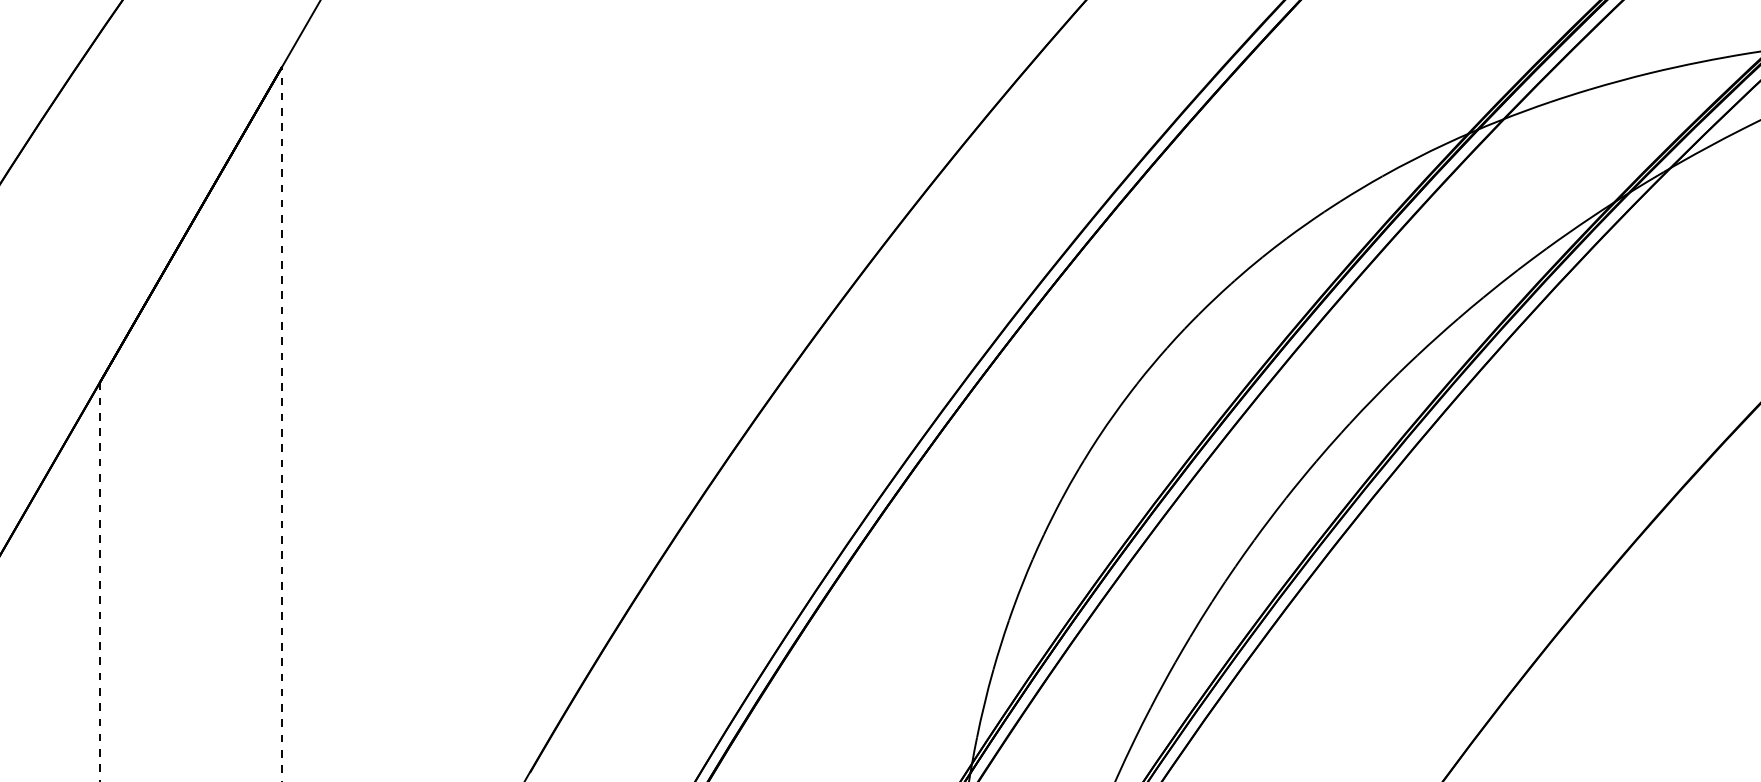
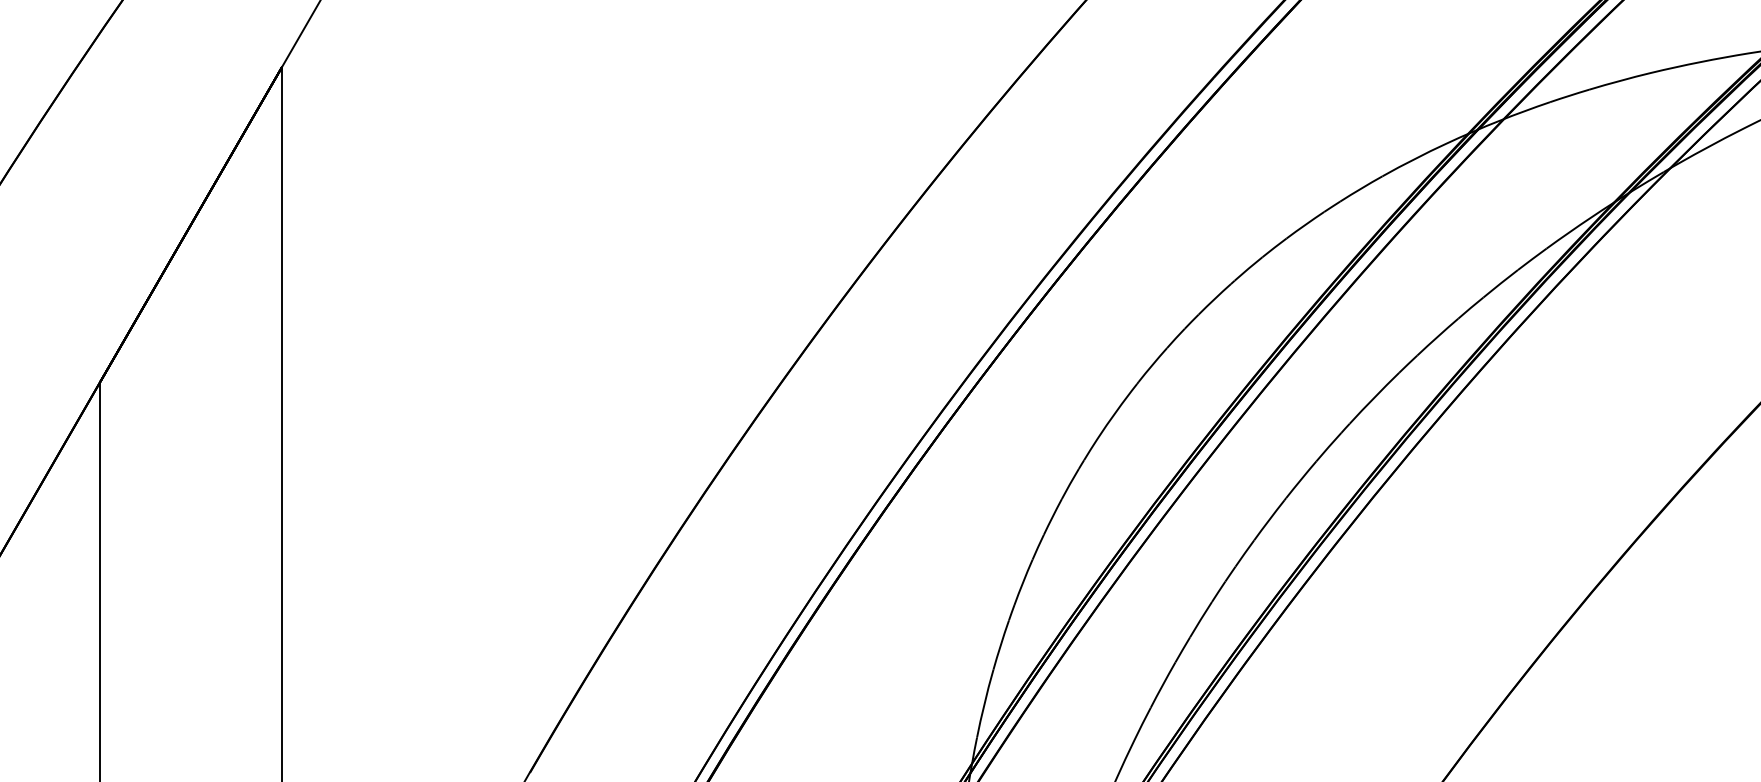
line at (282, 423): dashed -> solid
line at (100, 582): dashed -> solid
